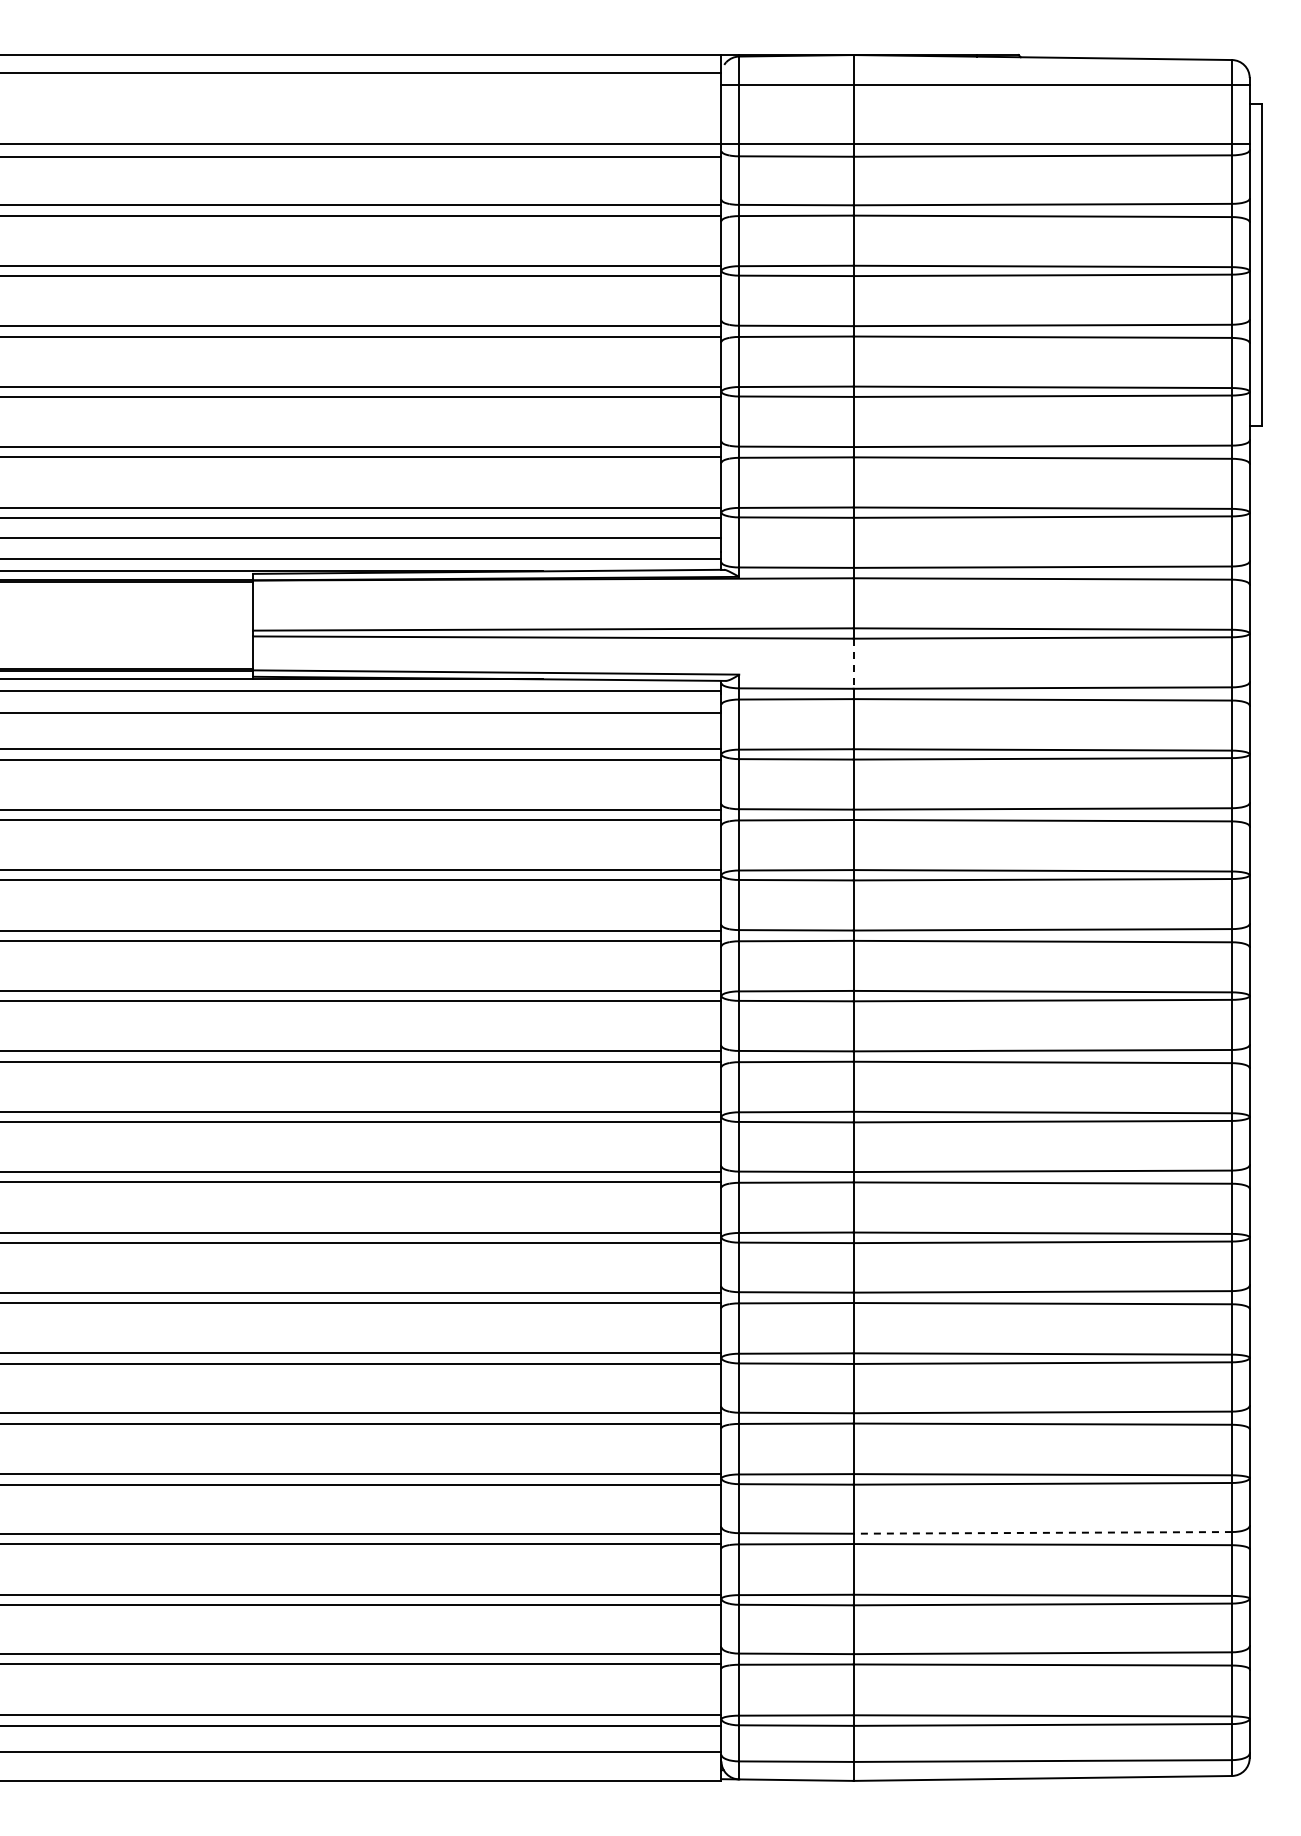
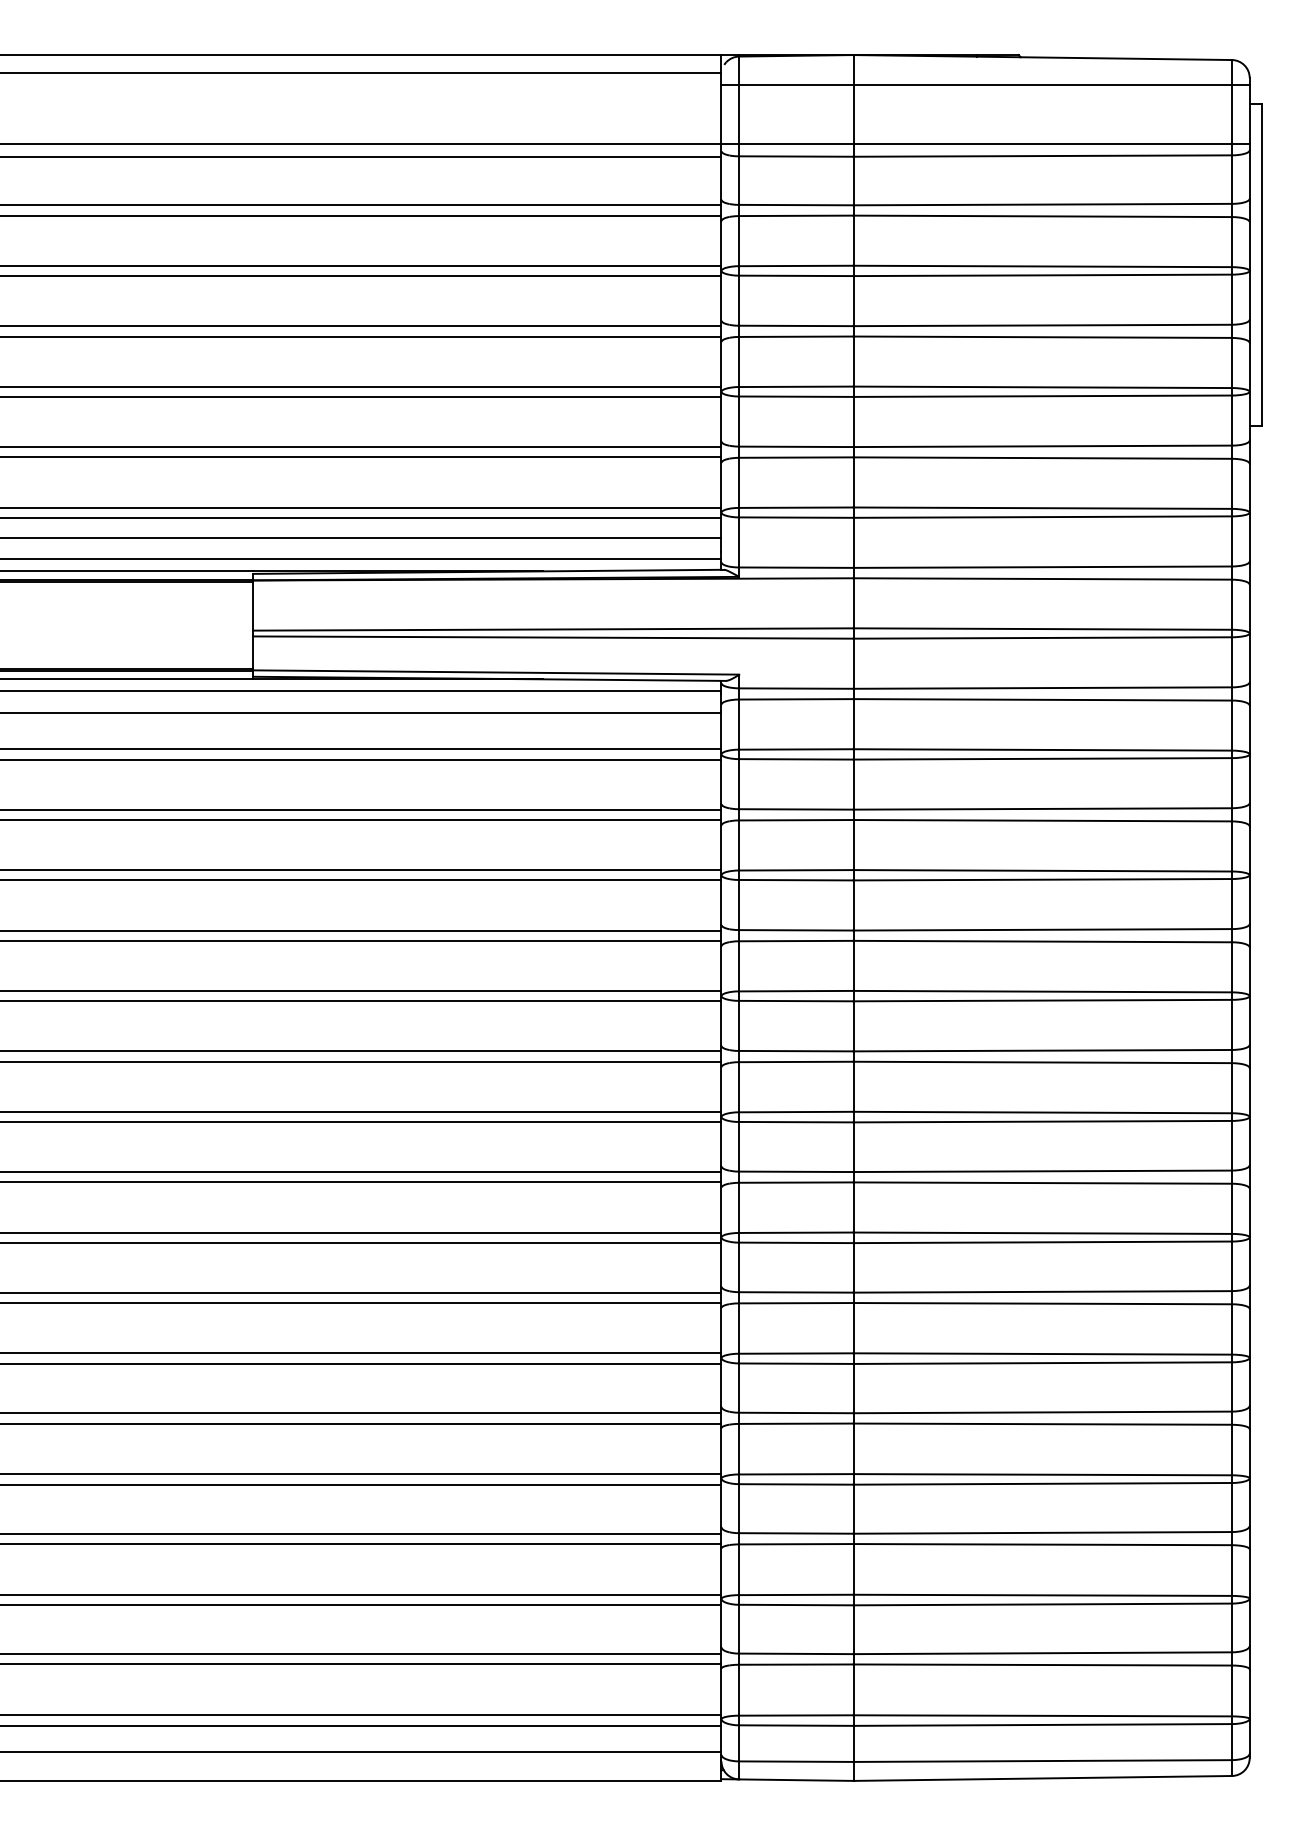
line at (853, 664): dashed -> solid
line at (1042, 1532): dashed -> solid
